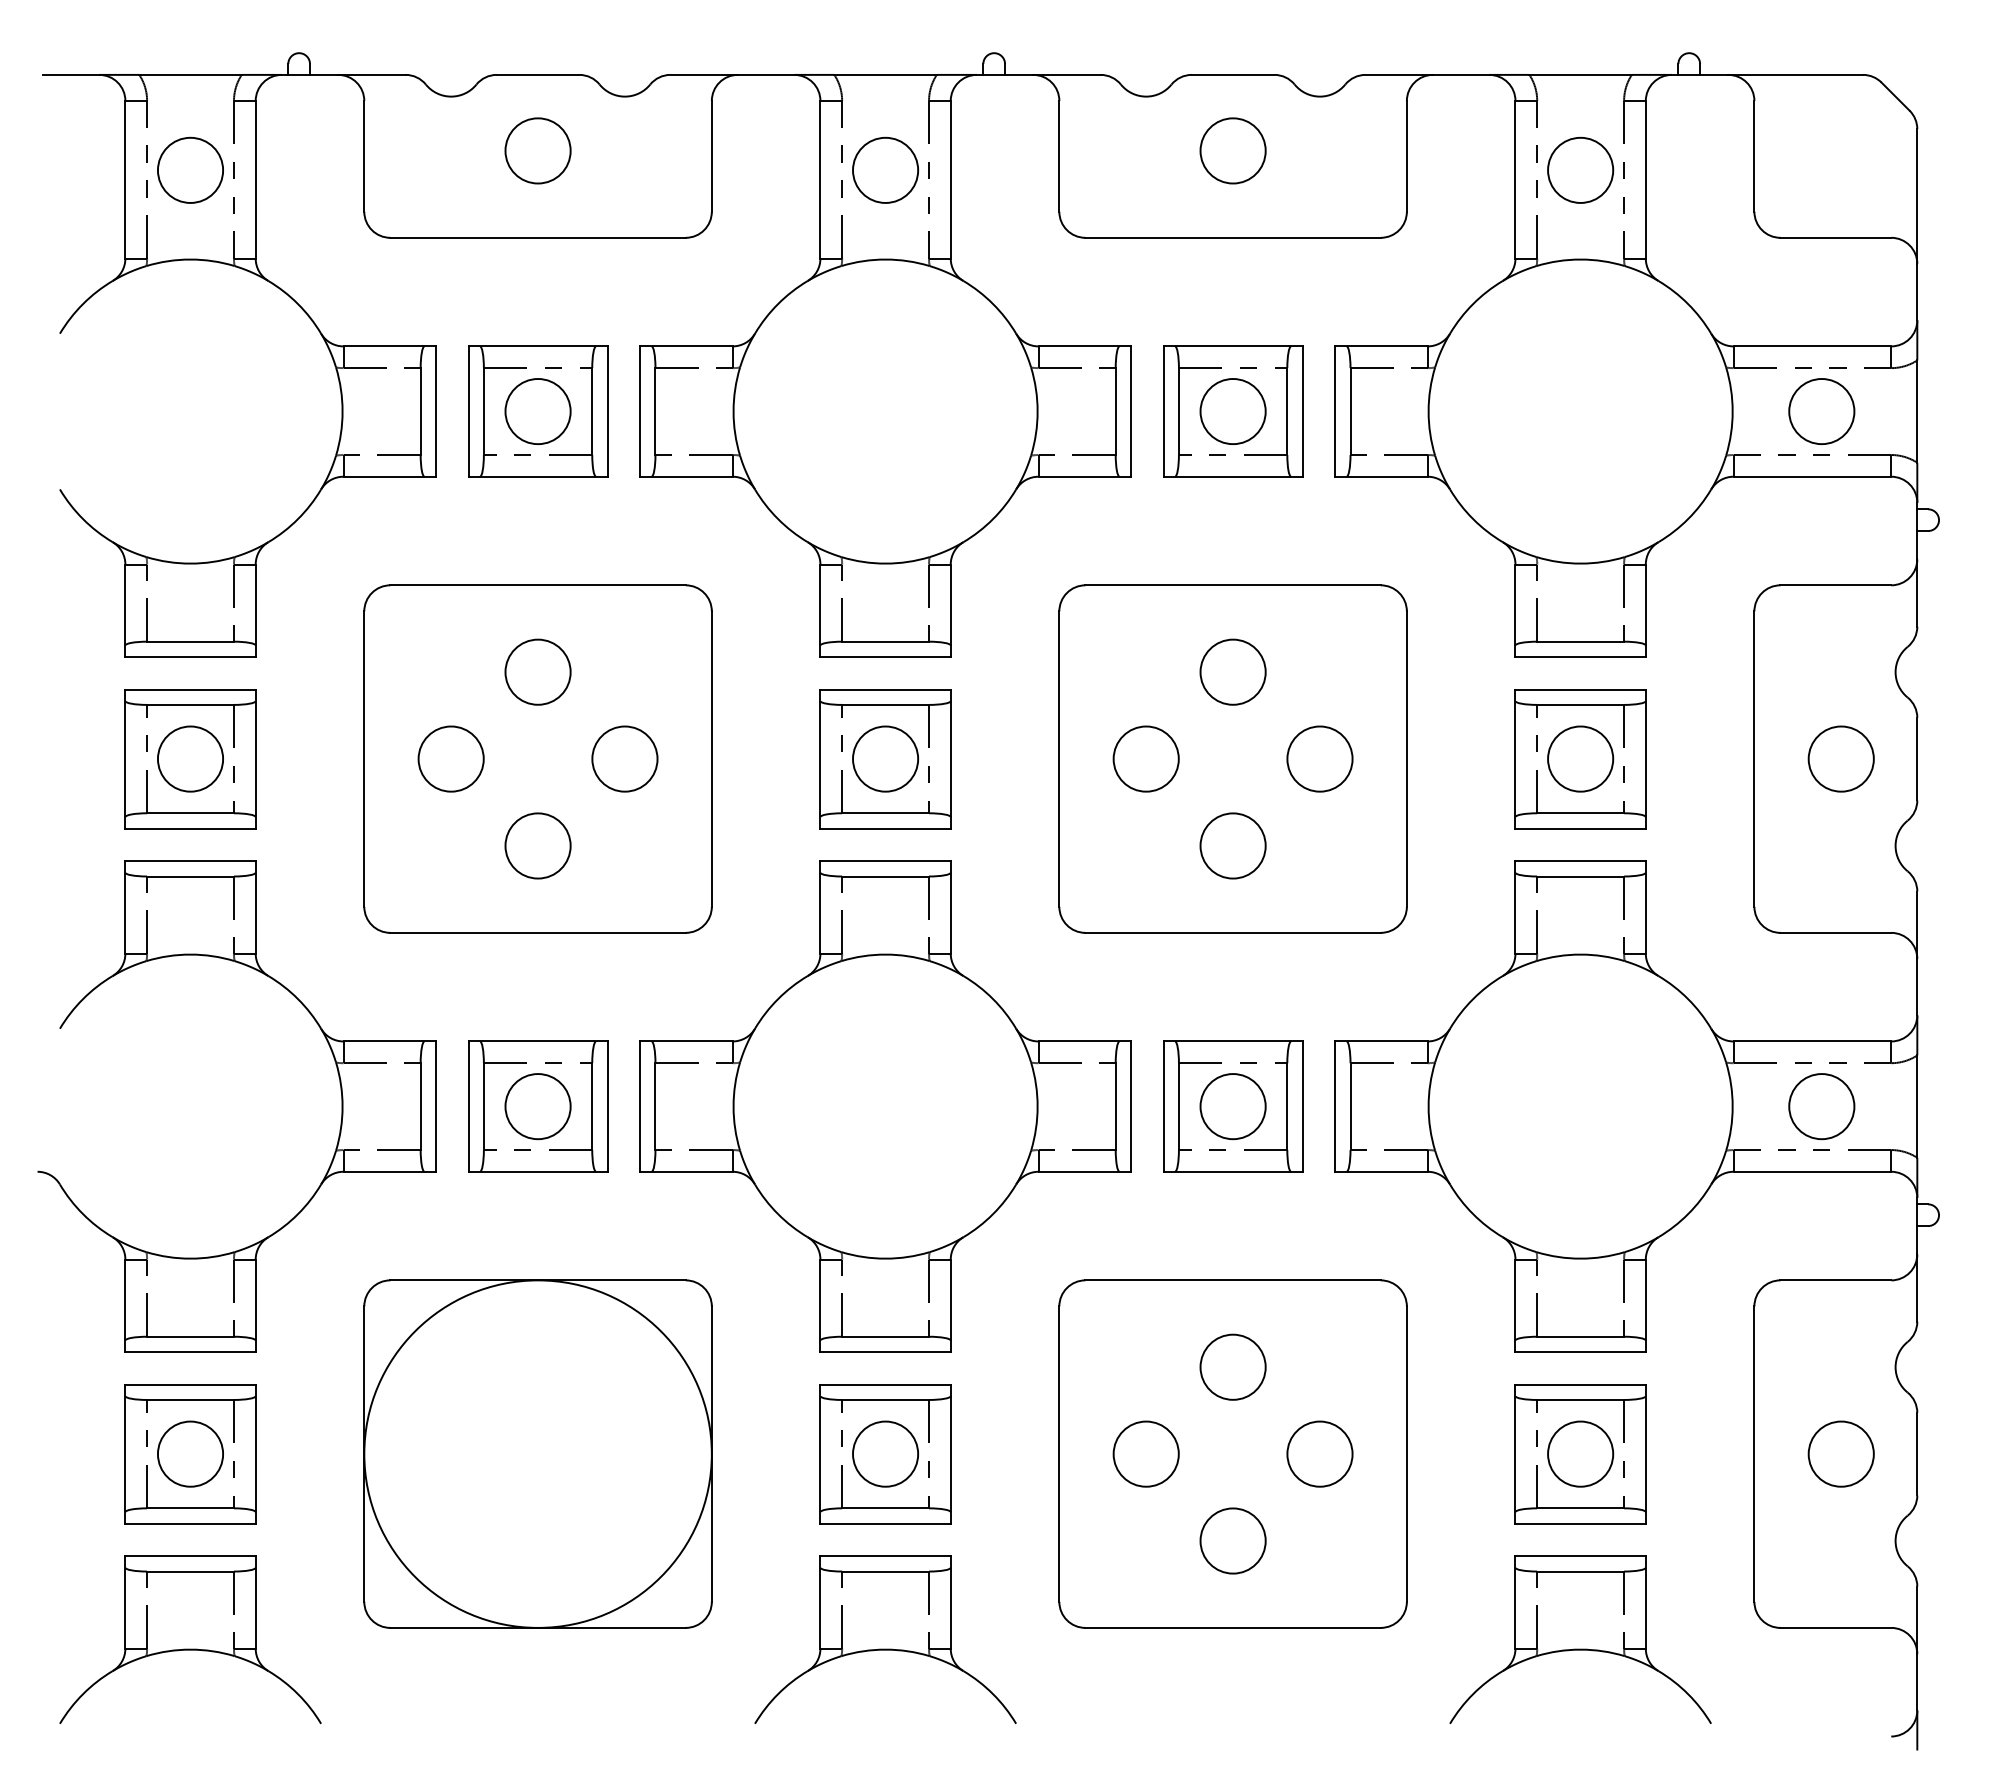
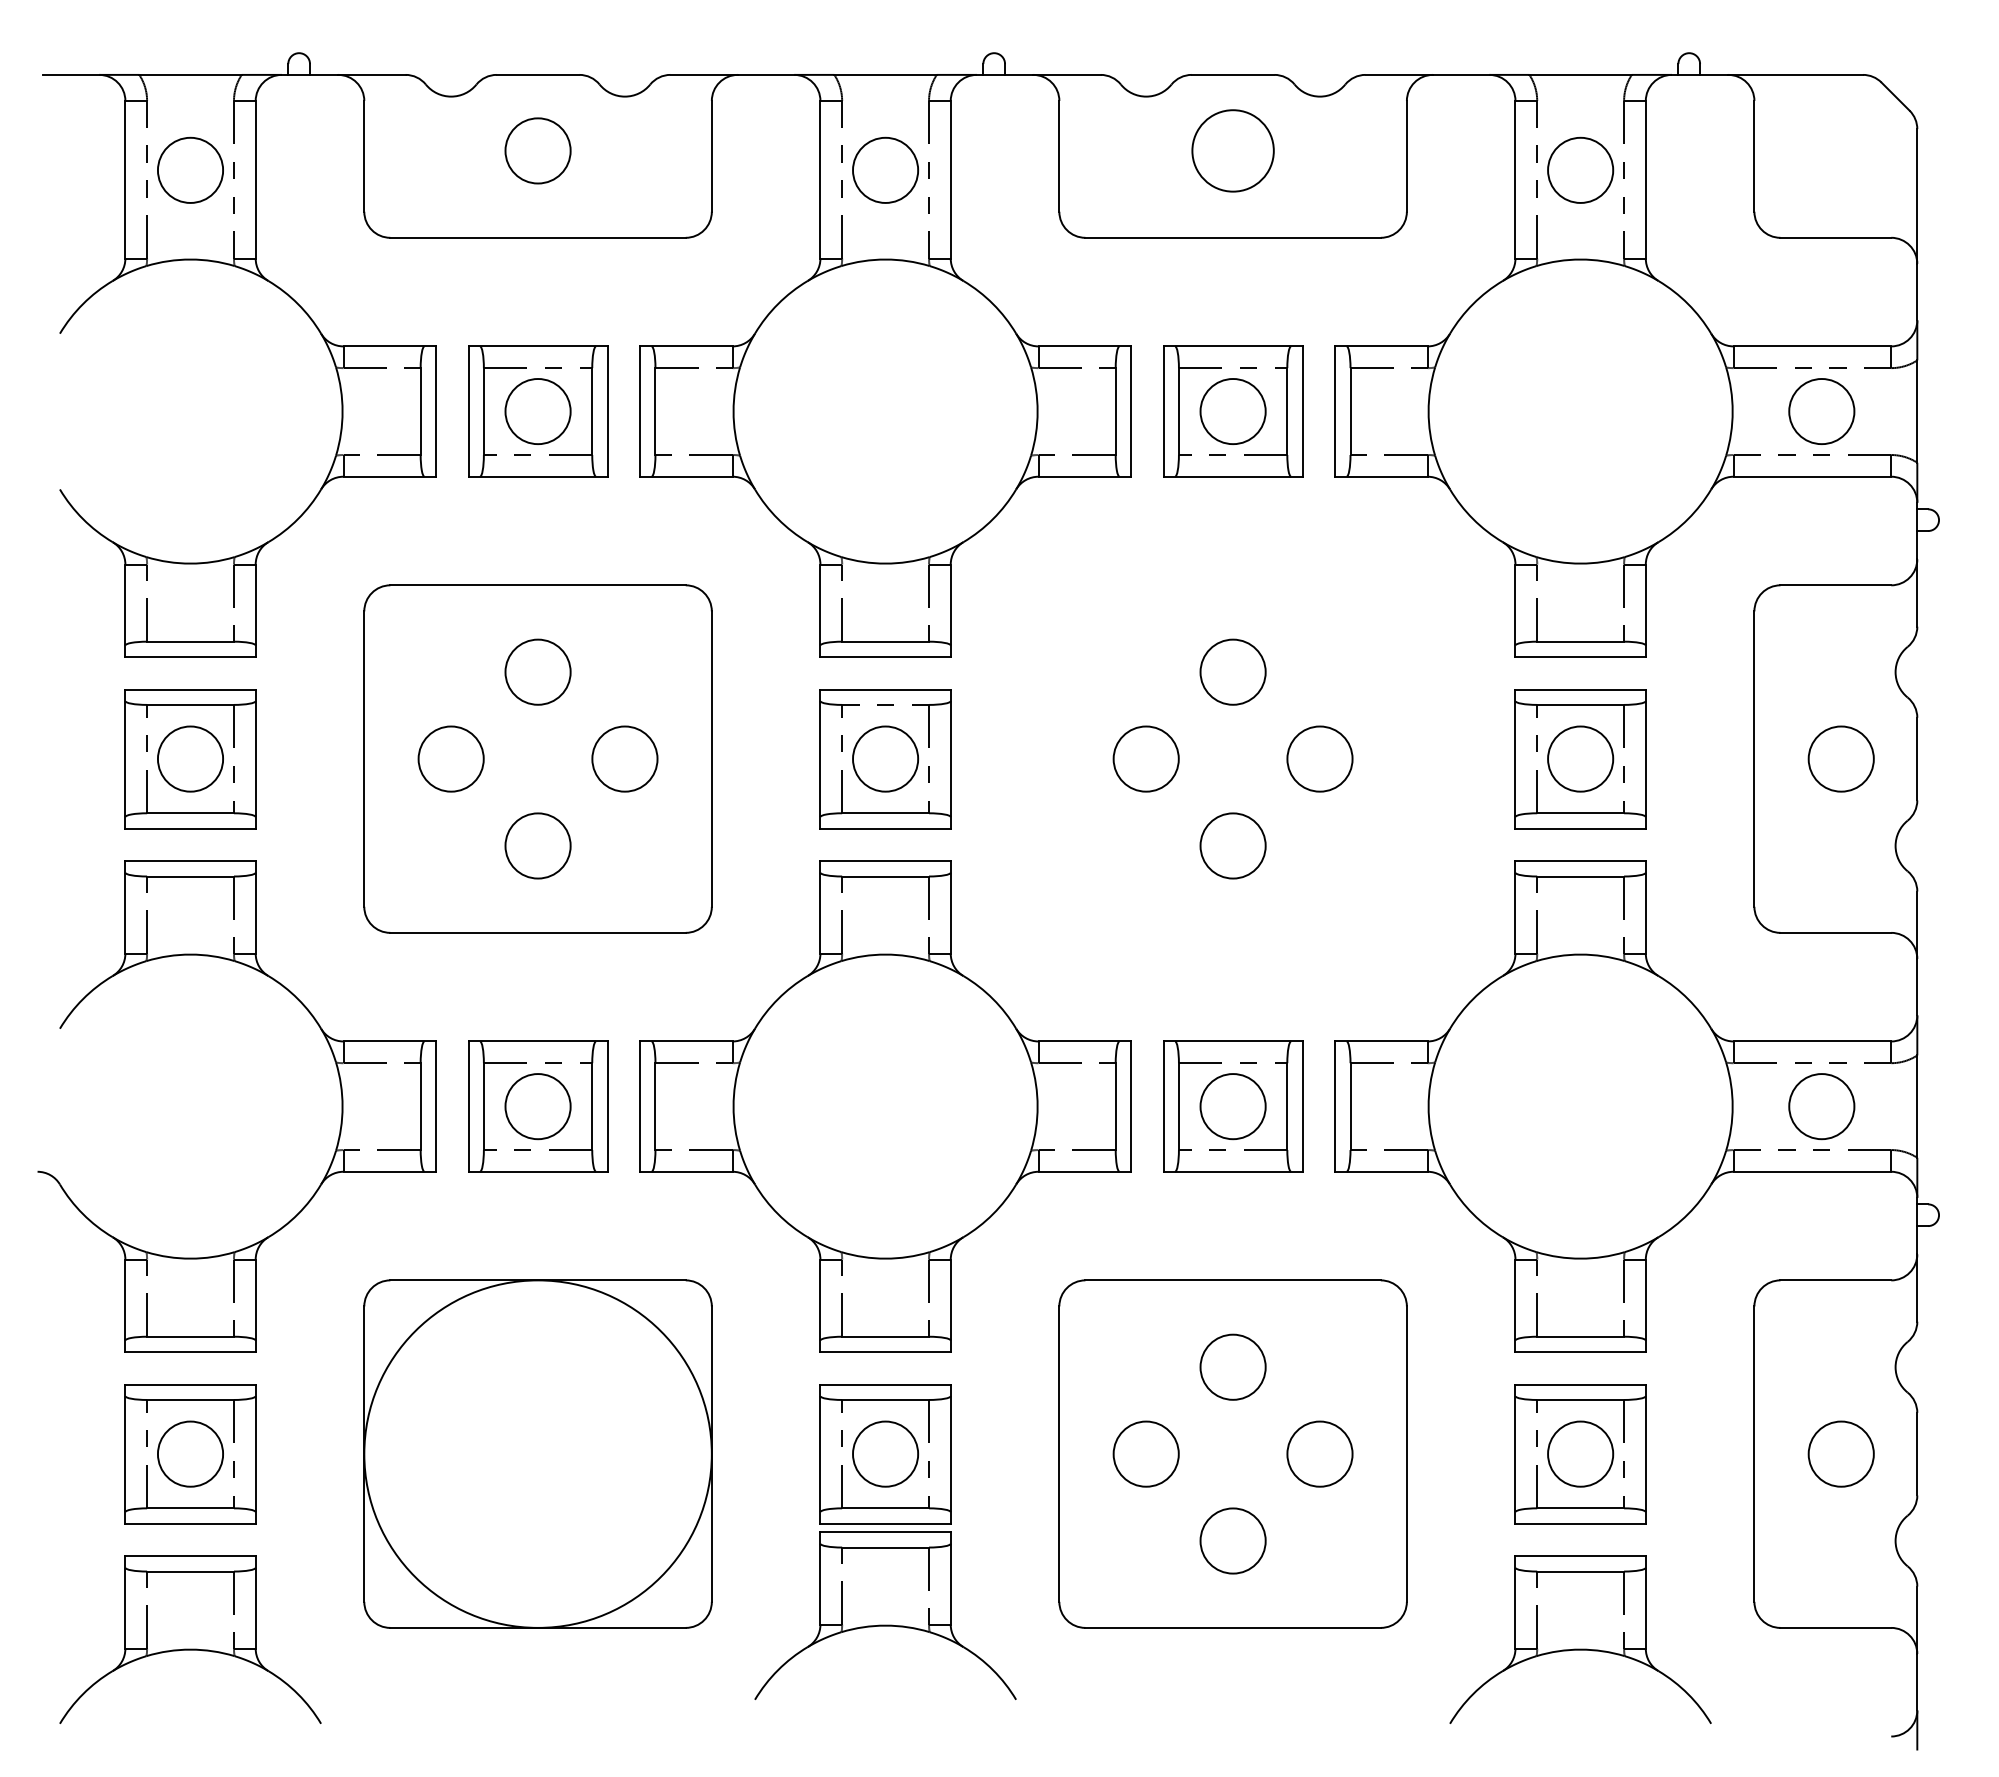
circle at (1232, 150) diameter: 65 px -> 81 px
line at (886, 704): solid -> dashed
part at (1232, 758): present -> none
part at (885, 1639) position: (885, 1639) -> (885, 1615)
